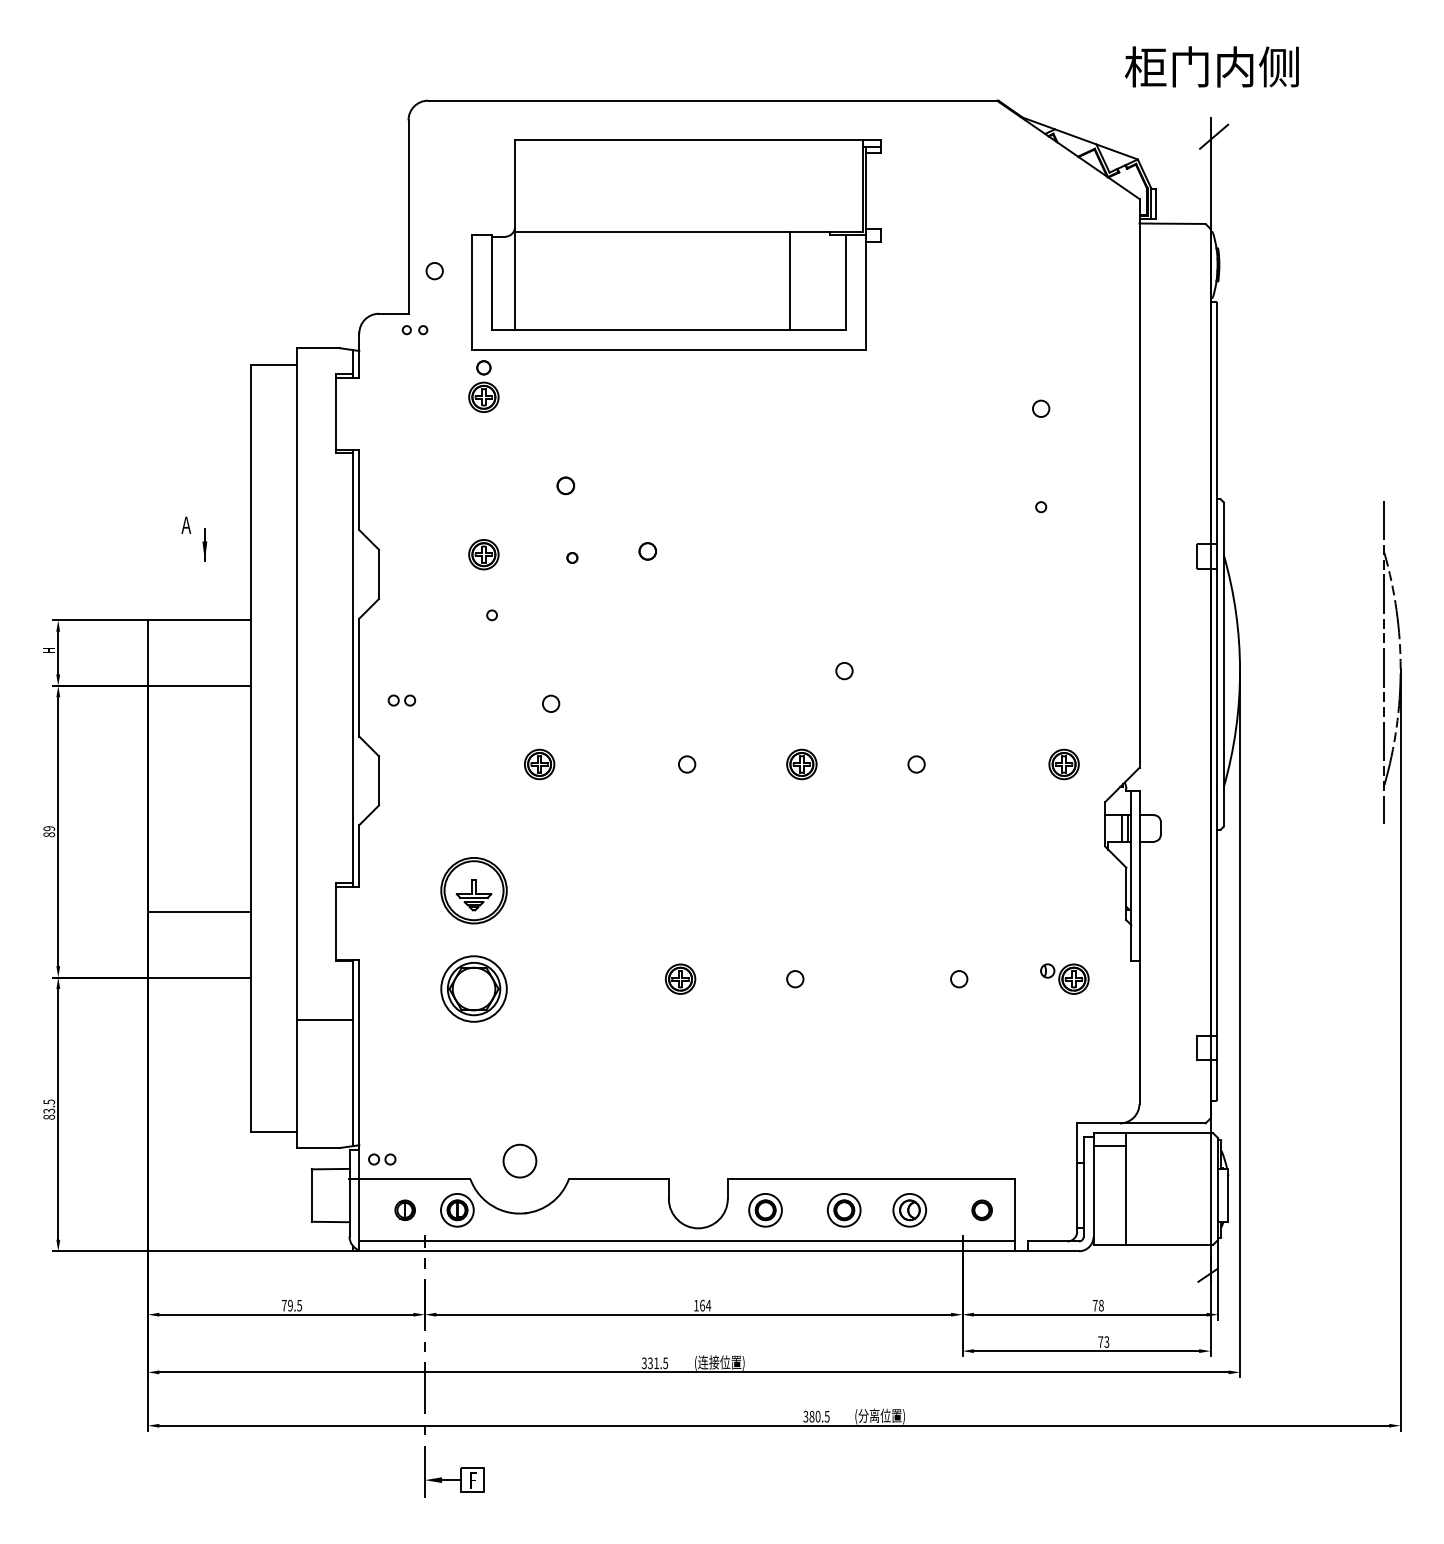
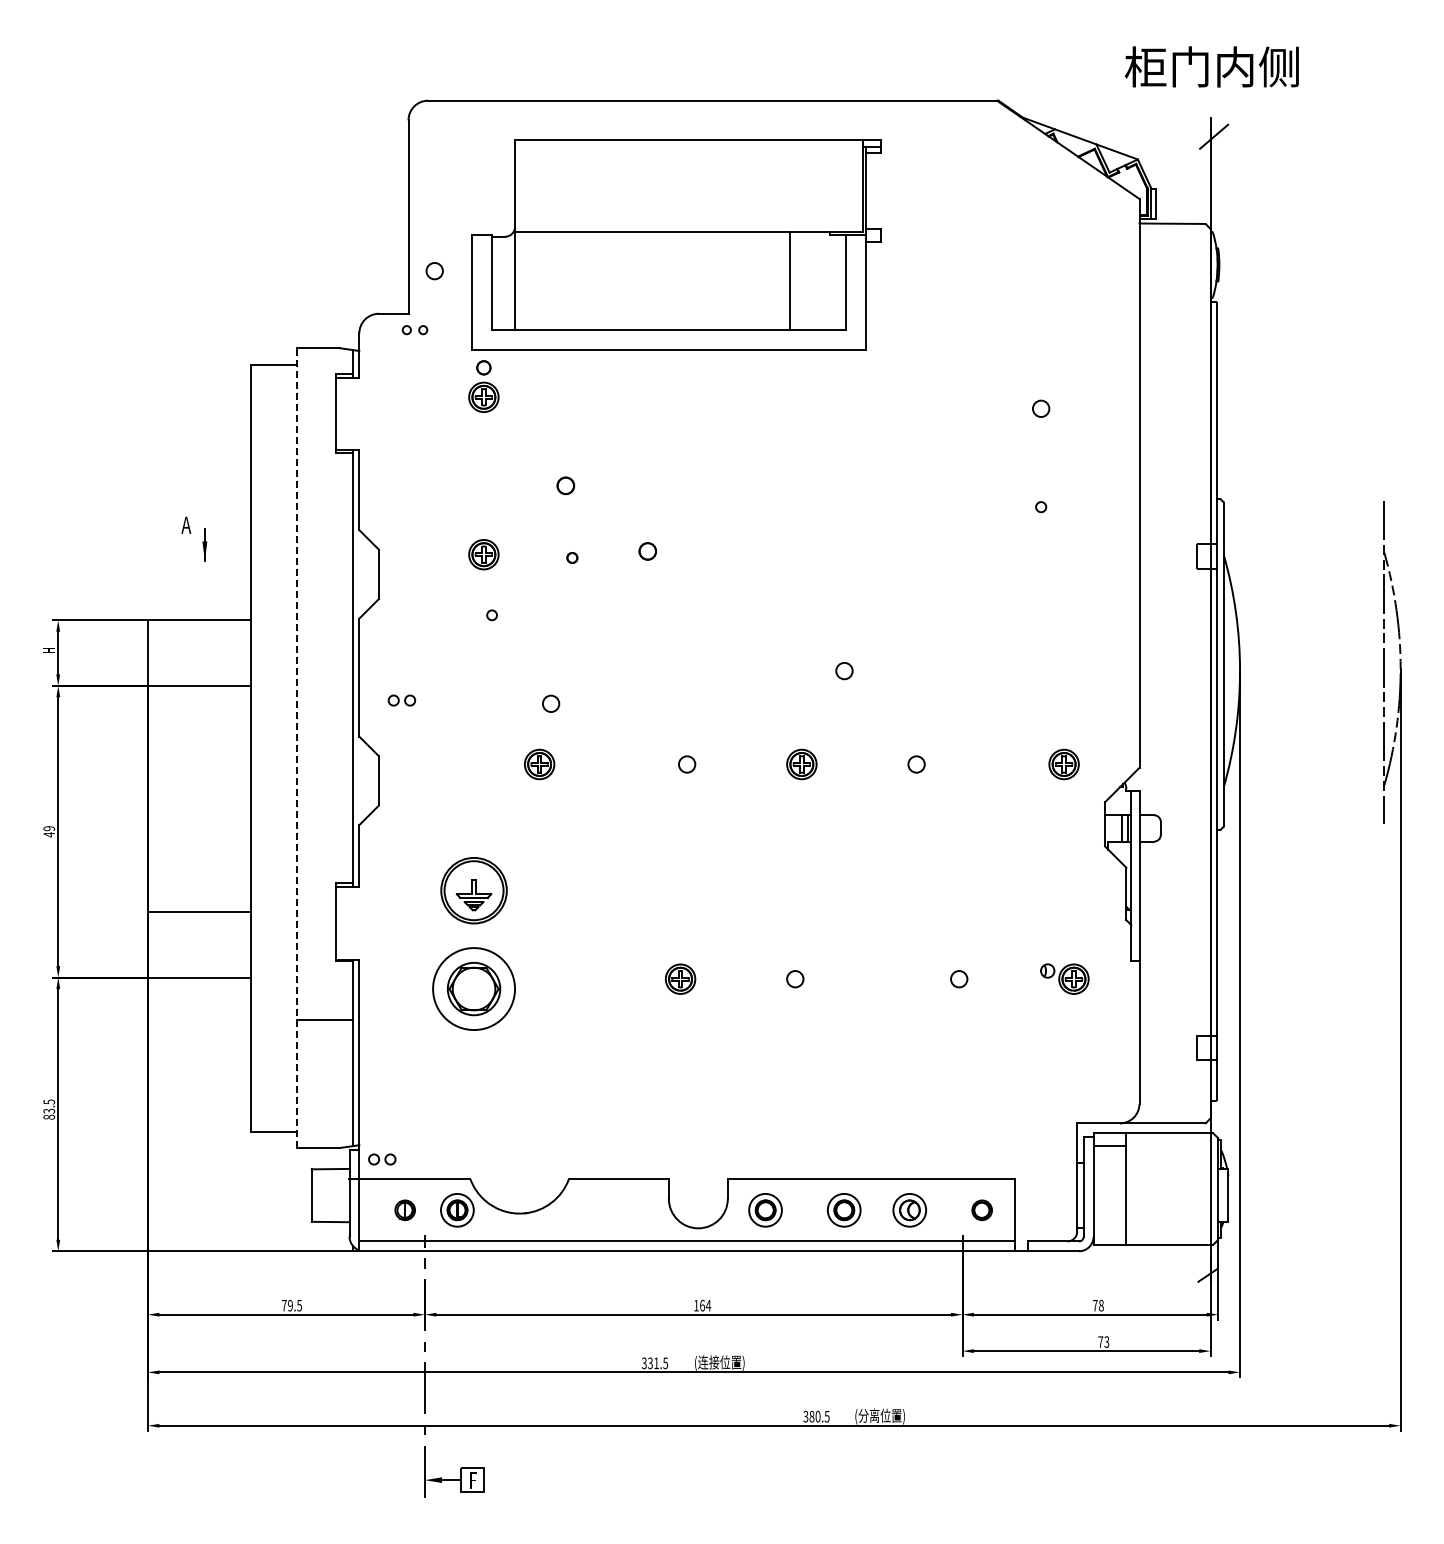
line at (297, 748): solid -> dashed
text at (49, 834): 89 -> 49
circle at (473, 988) diameter: 66 px -> 82 px
circle at (519, 1160): present -> none
